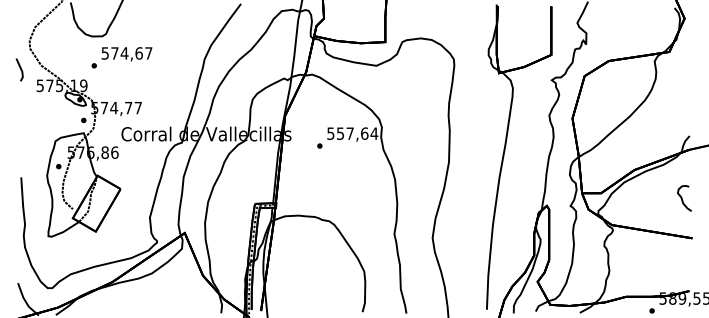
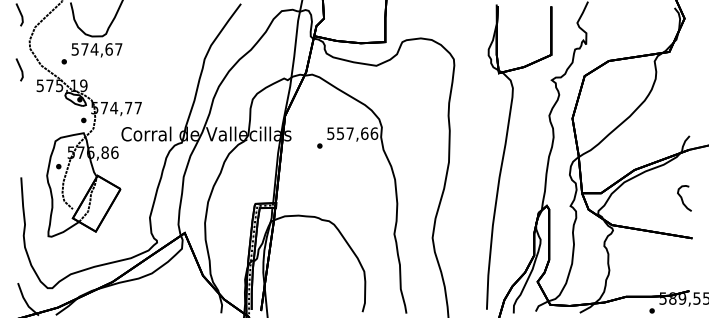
line at (19, 13): none -> present
text at (121, 57) position: (121, 57) -> (91, 53)
text at (374, 133): 557,64 -> 557,66
